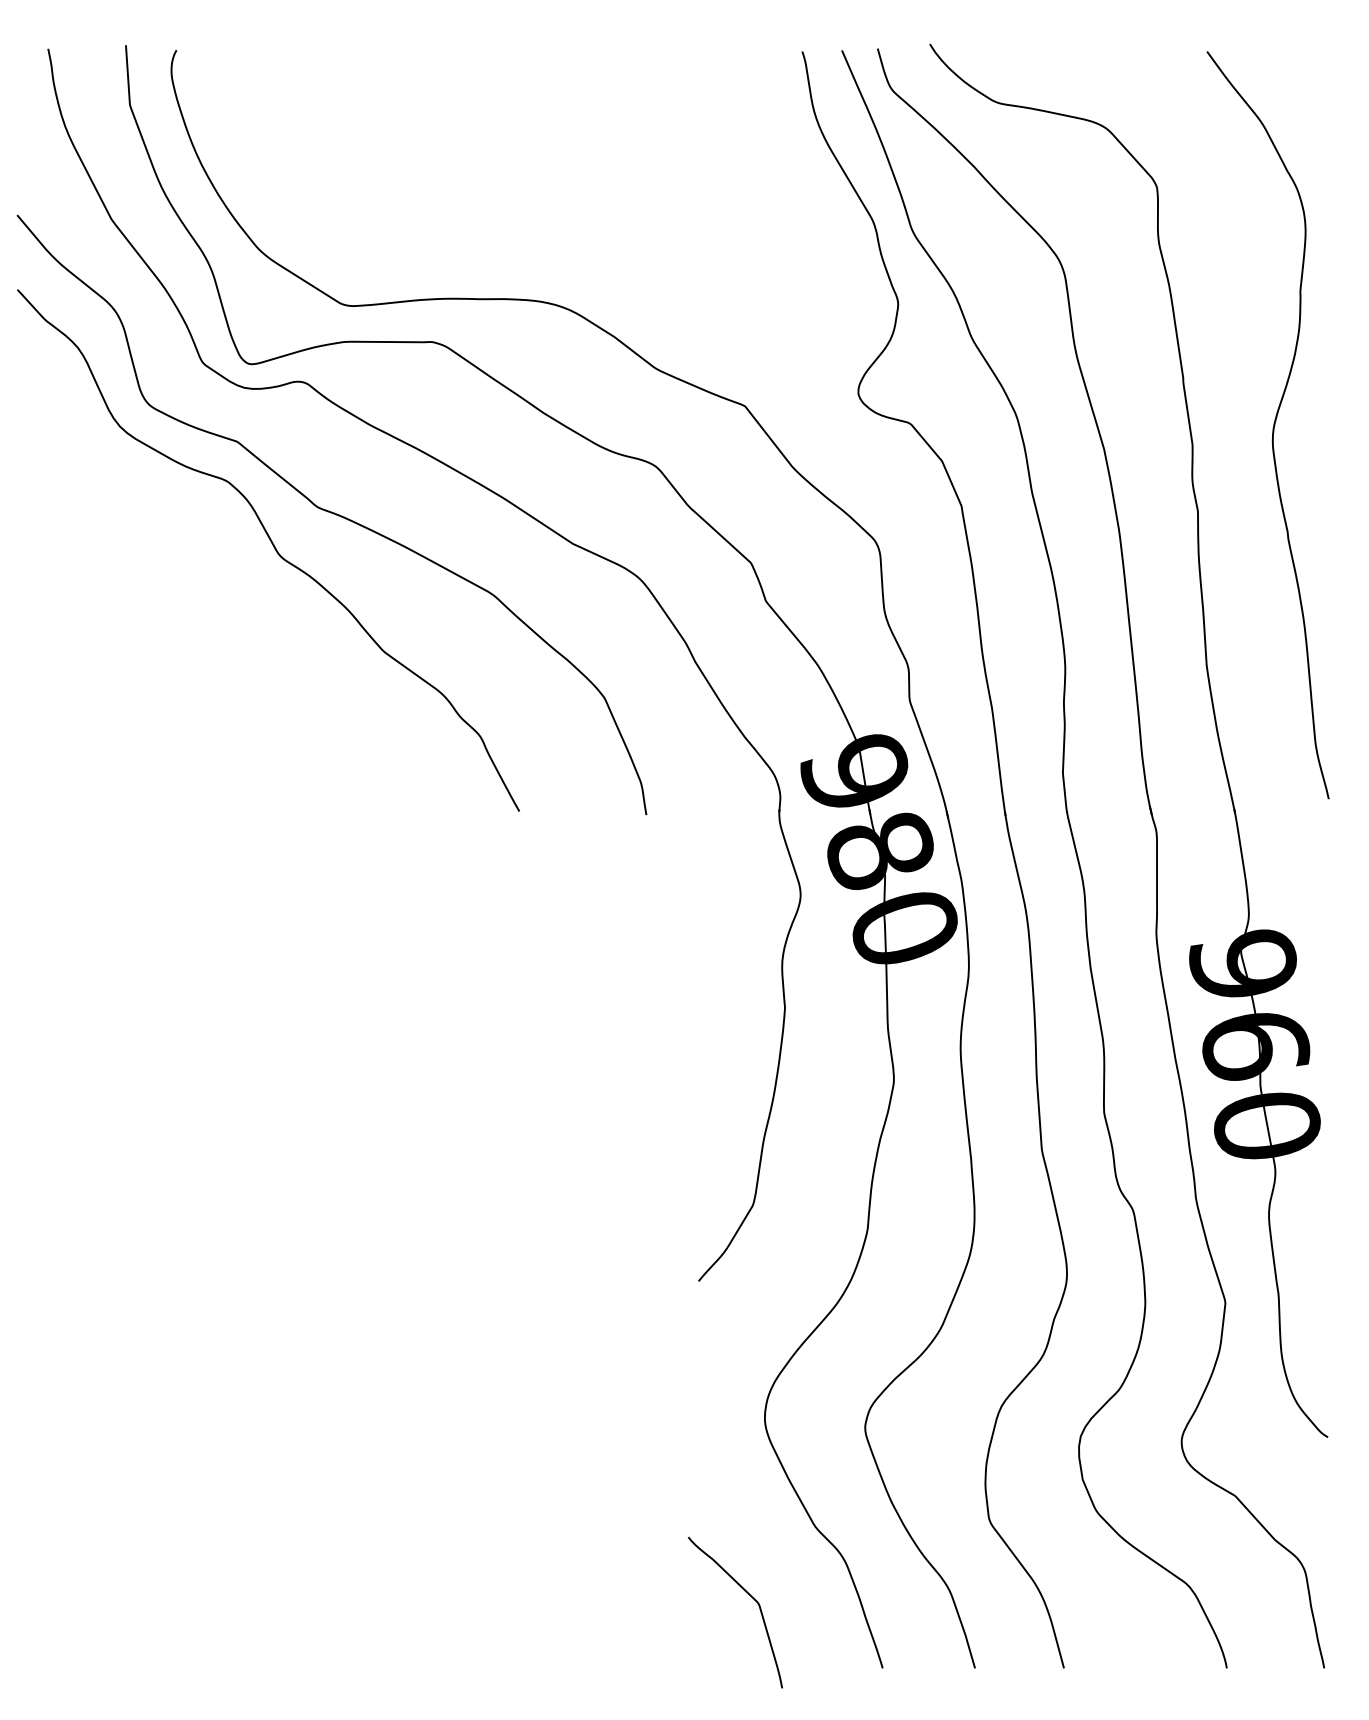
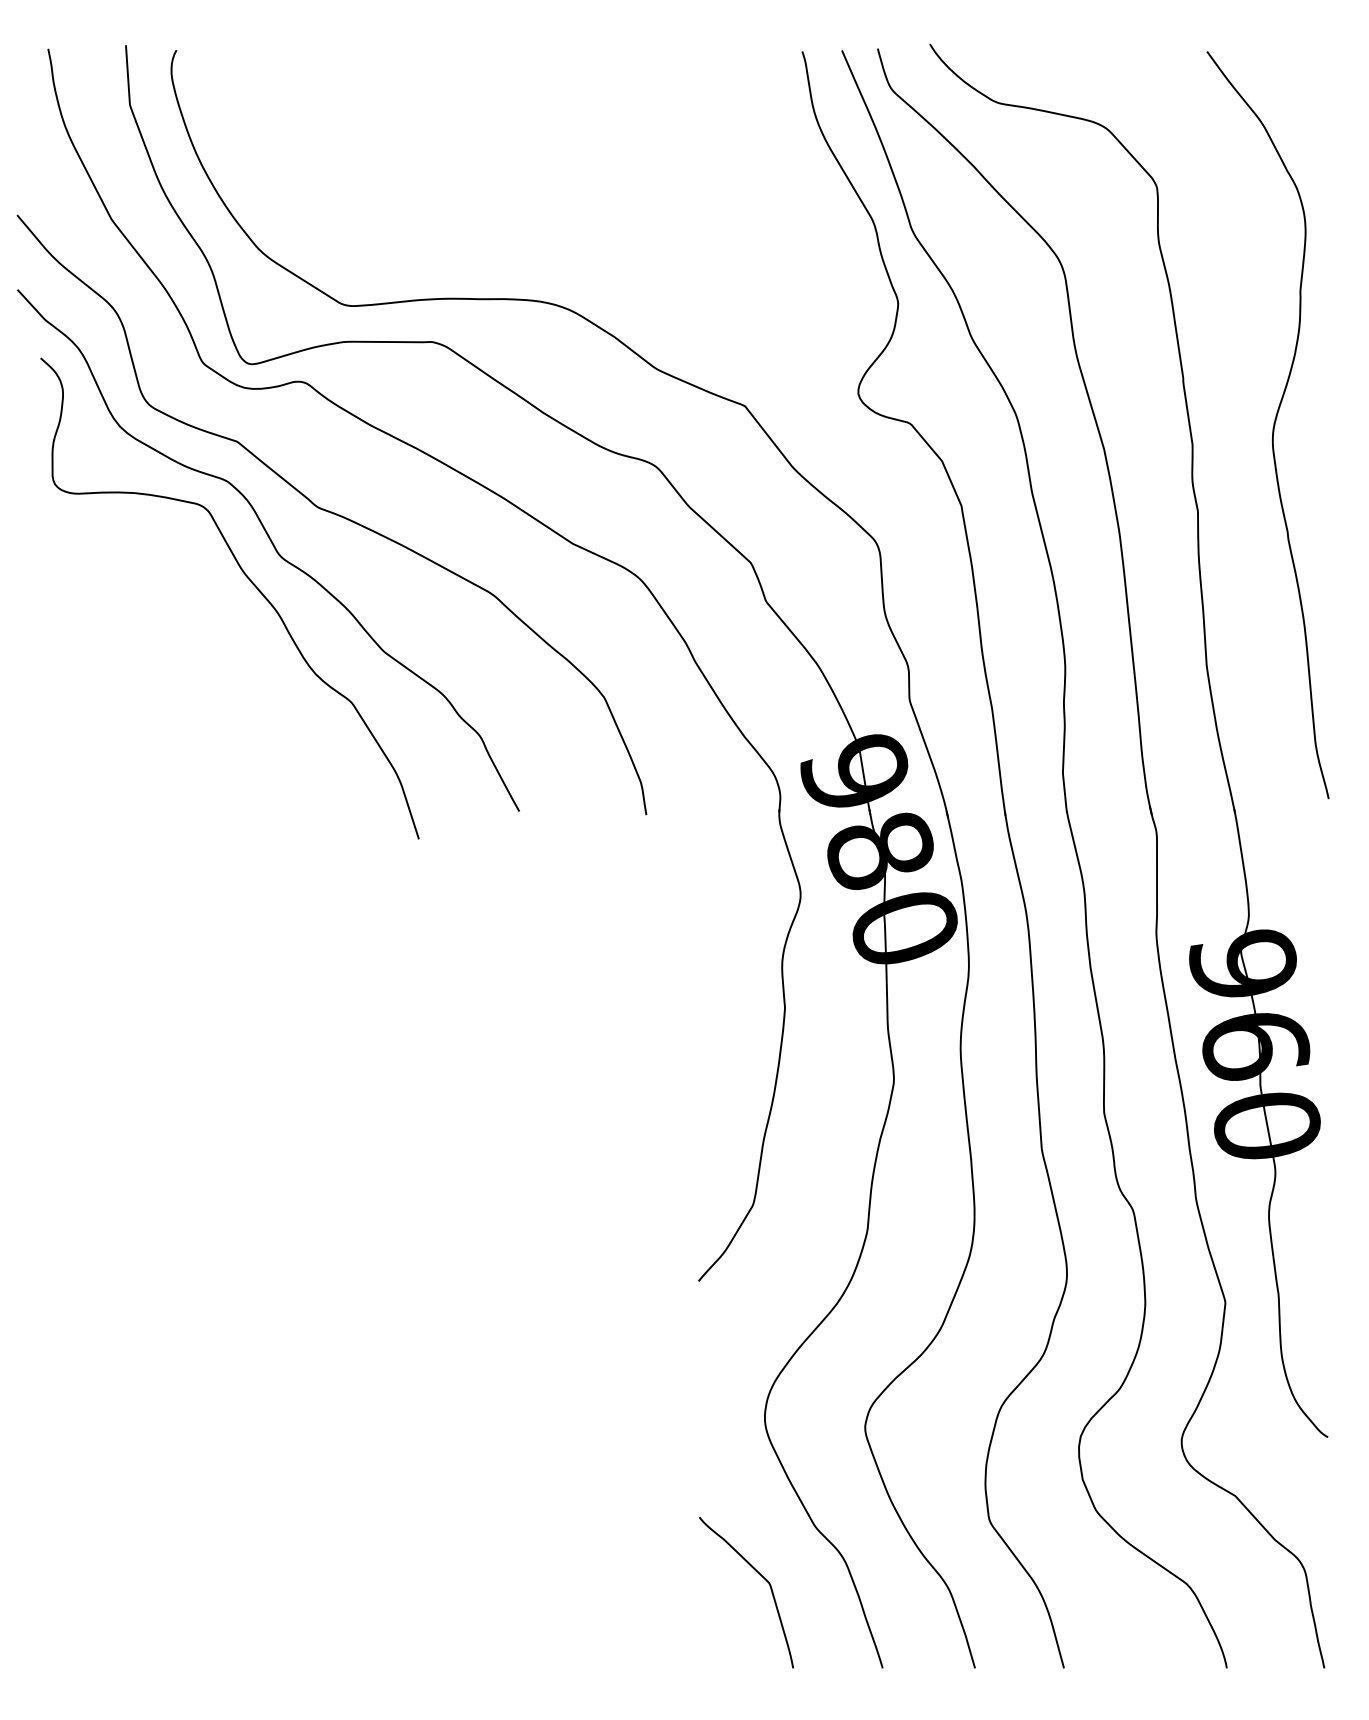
curve at (250, 582): none -> present
curve at (750, 1596) position: (750, 1596) -> (761, 1576)
